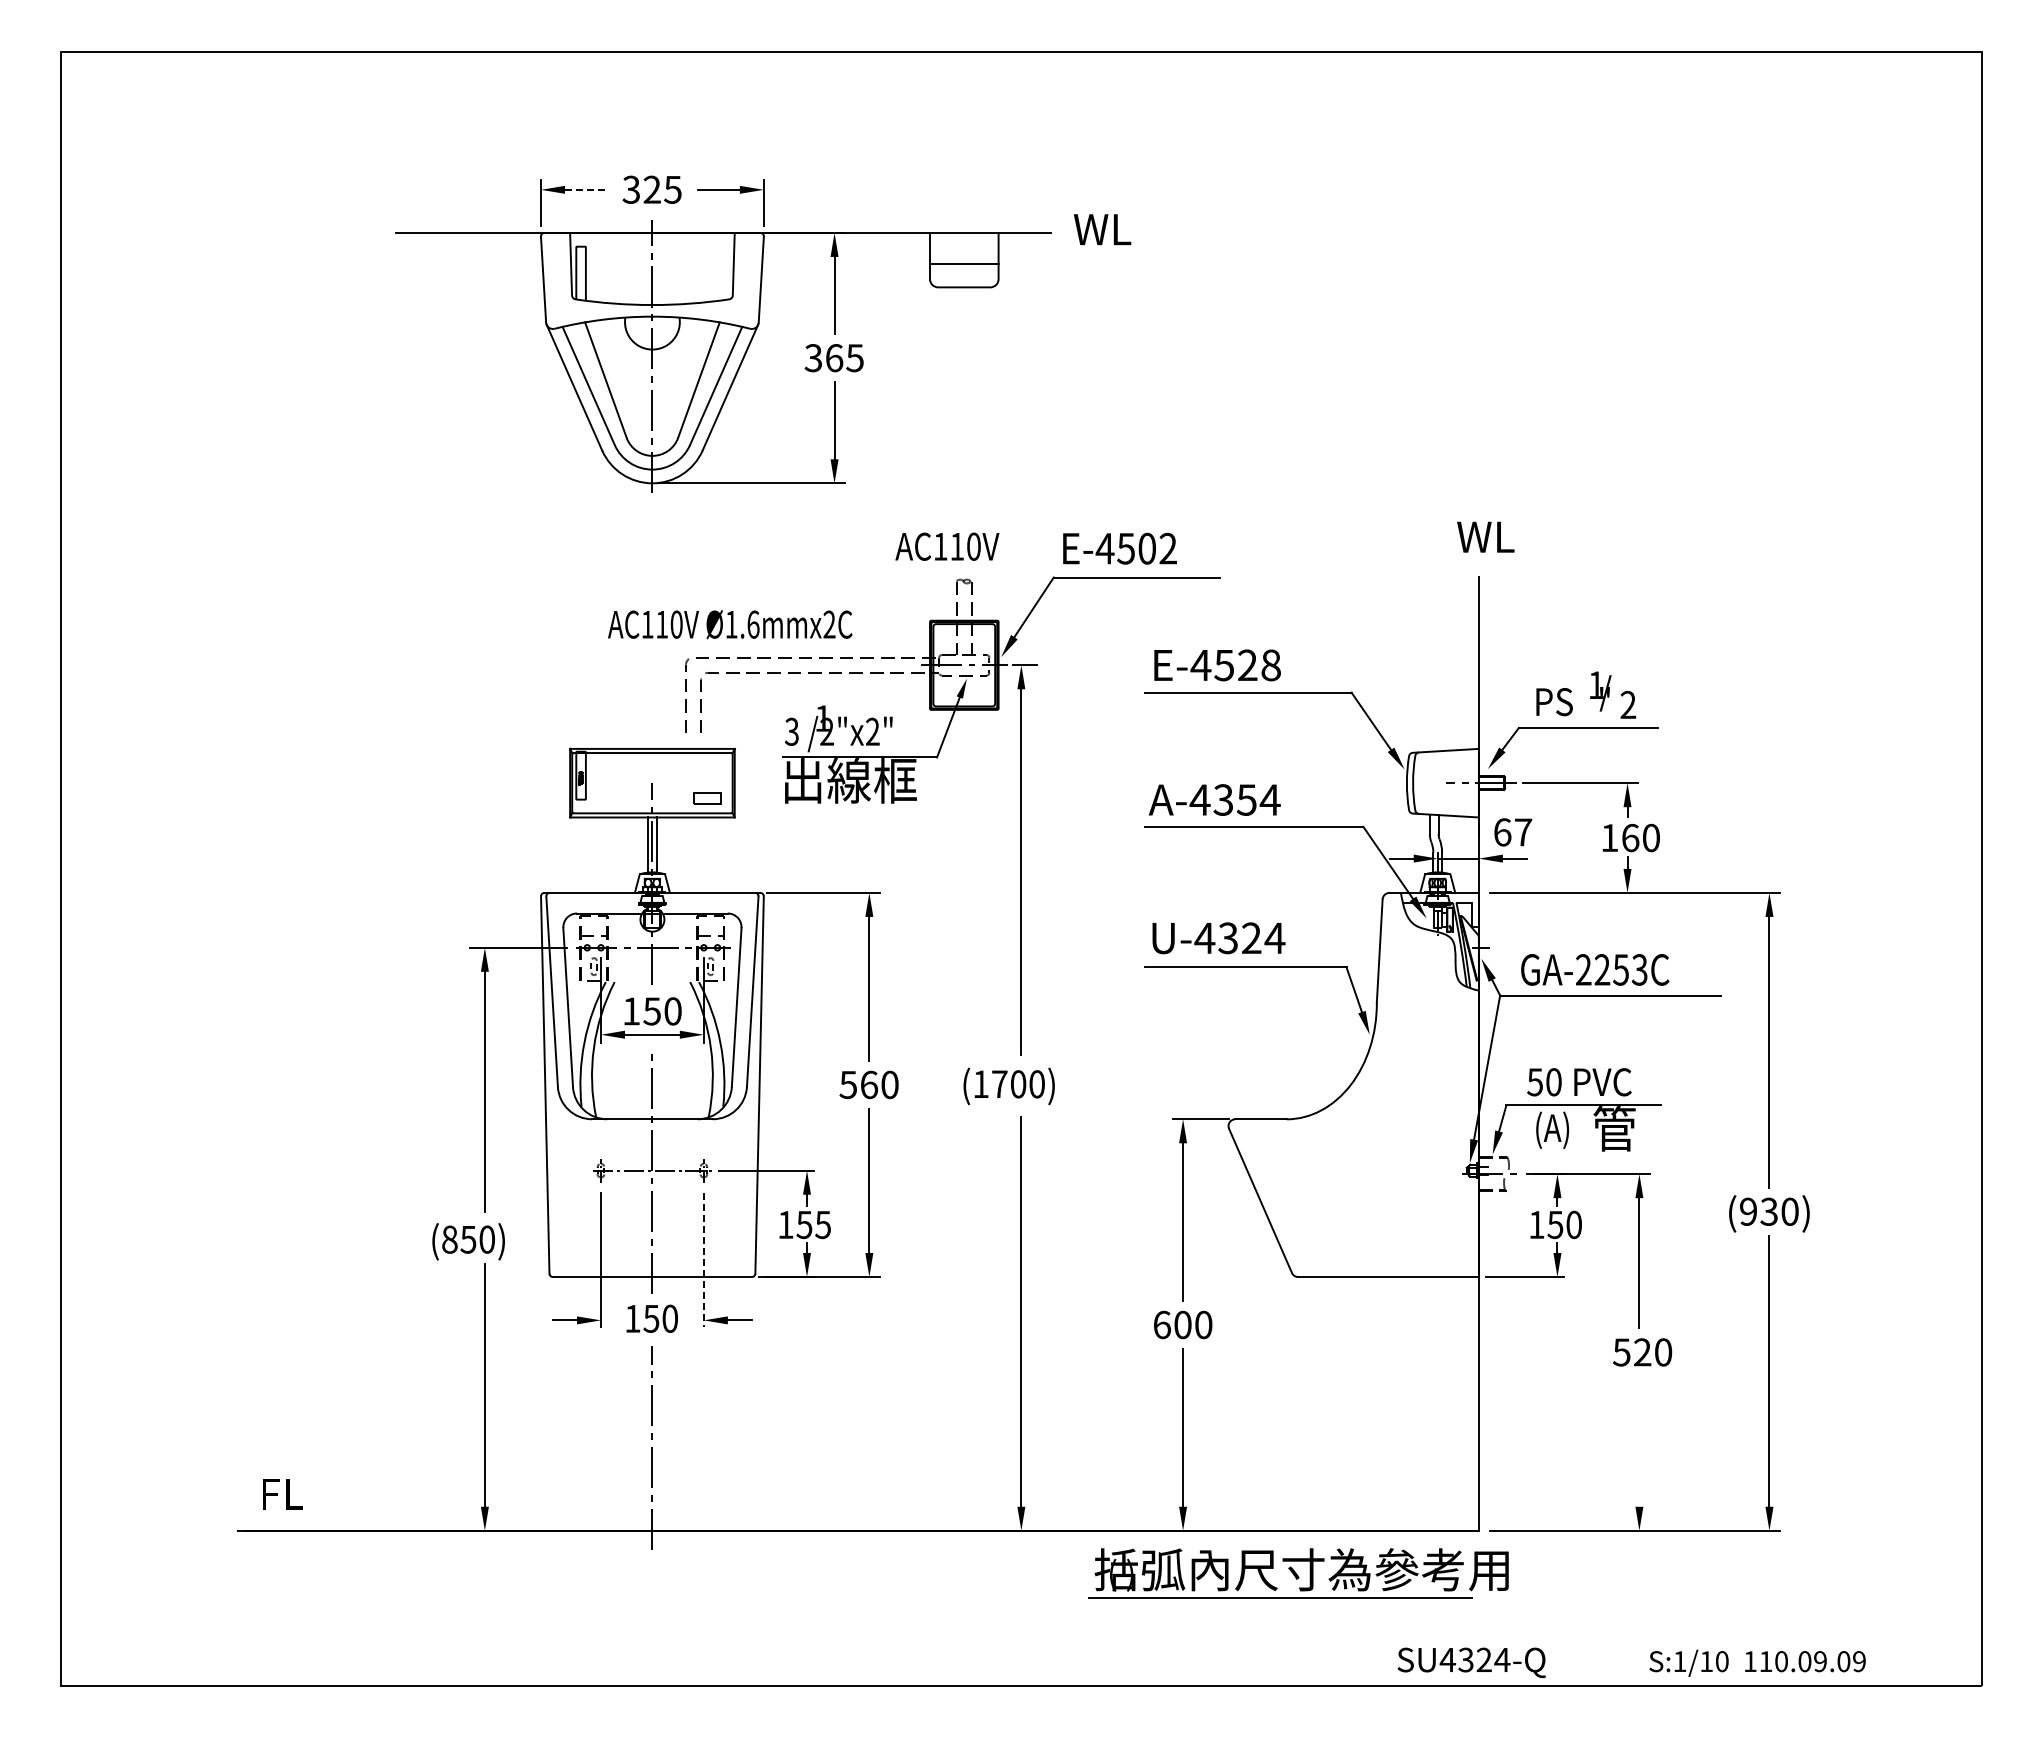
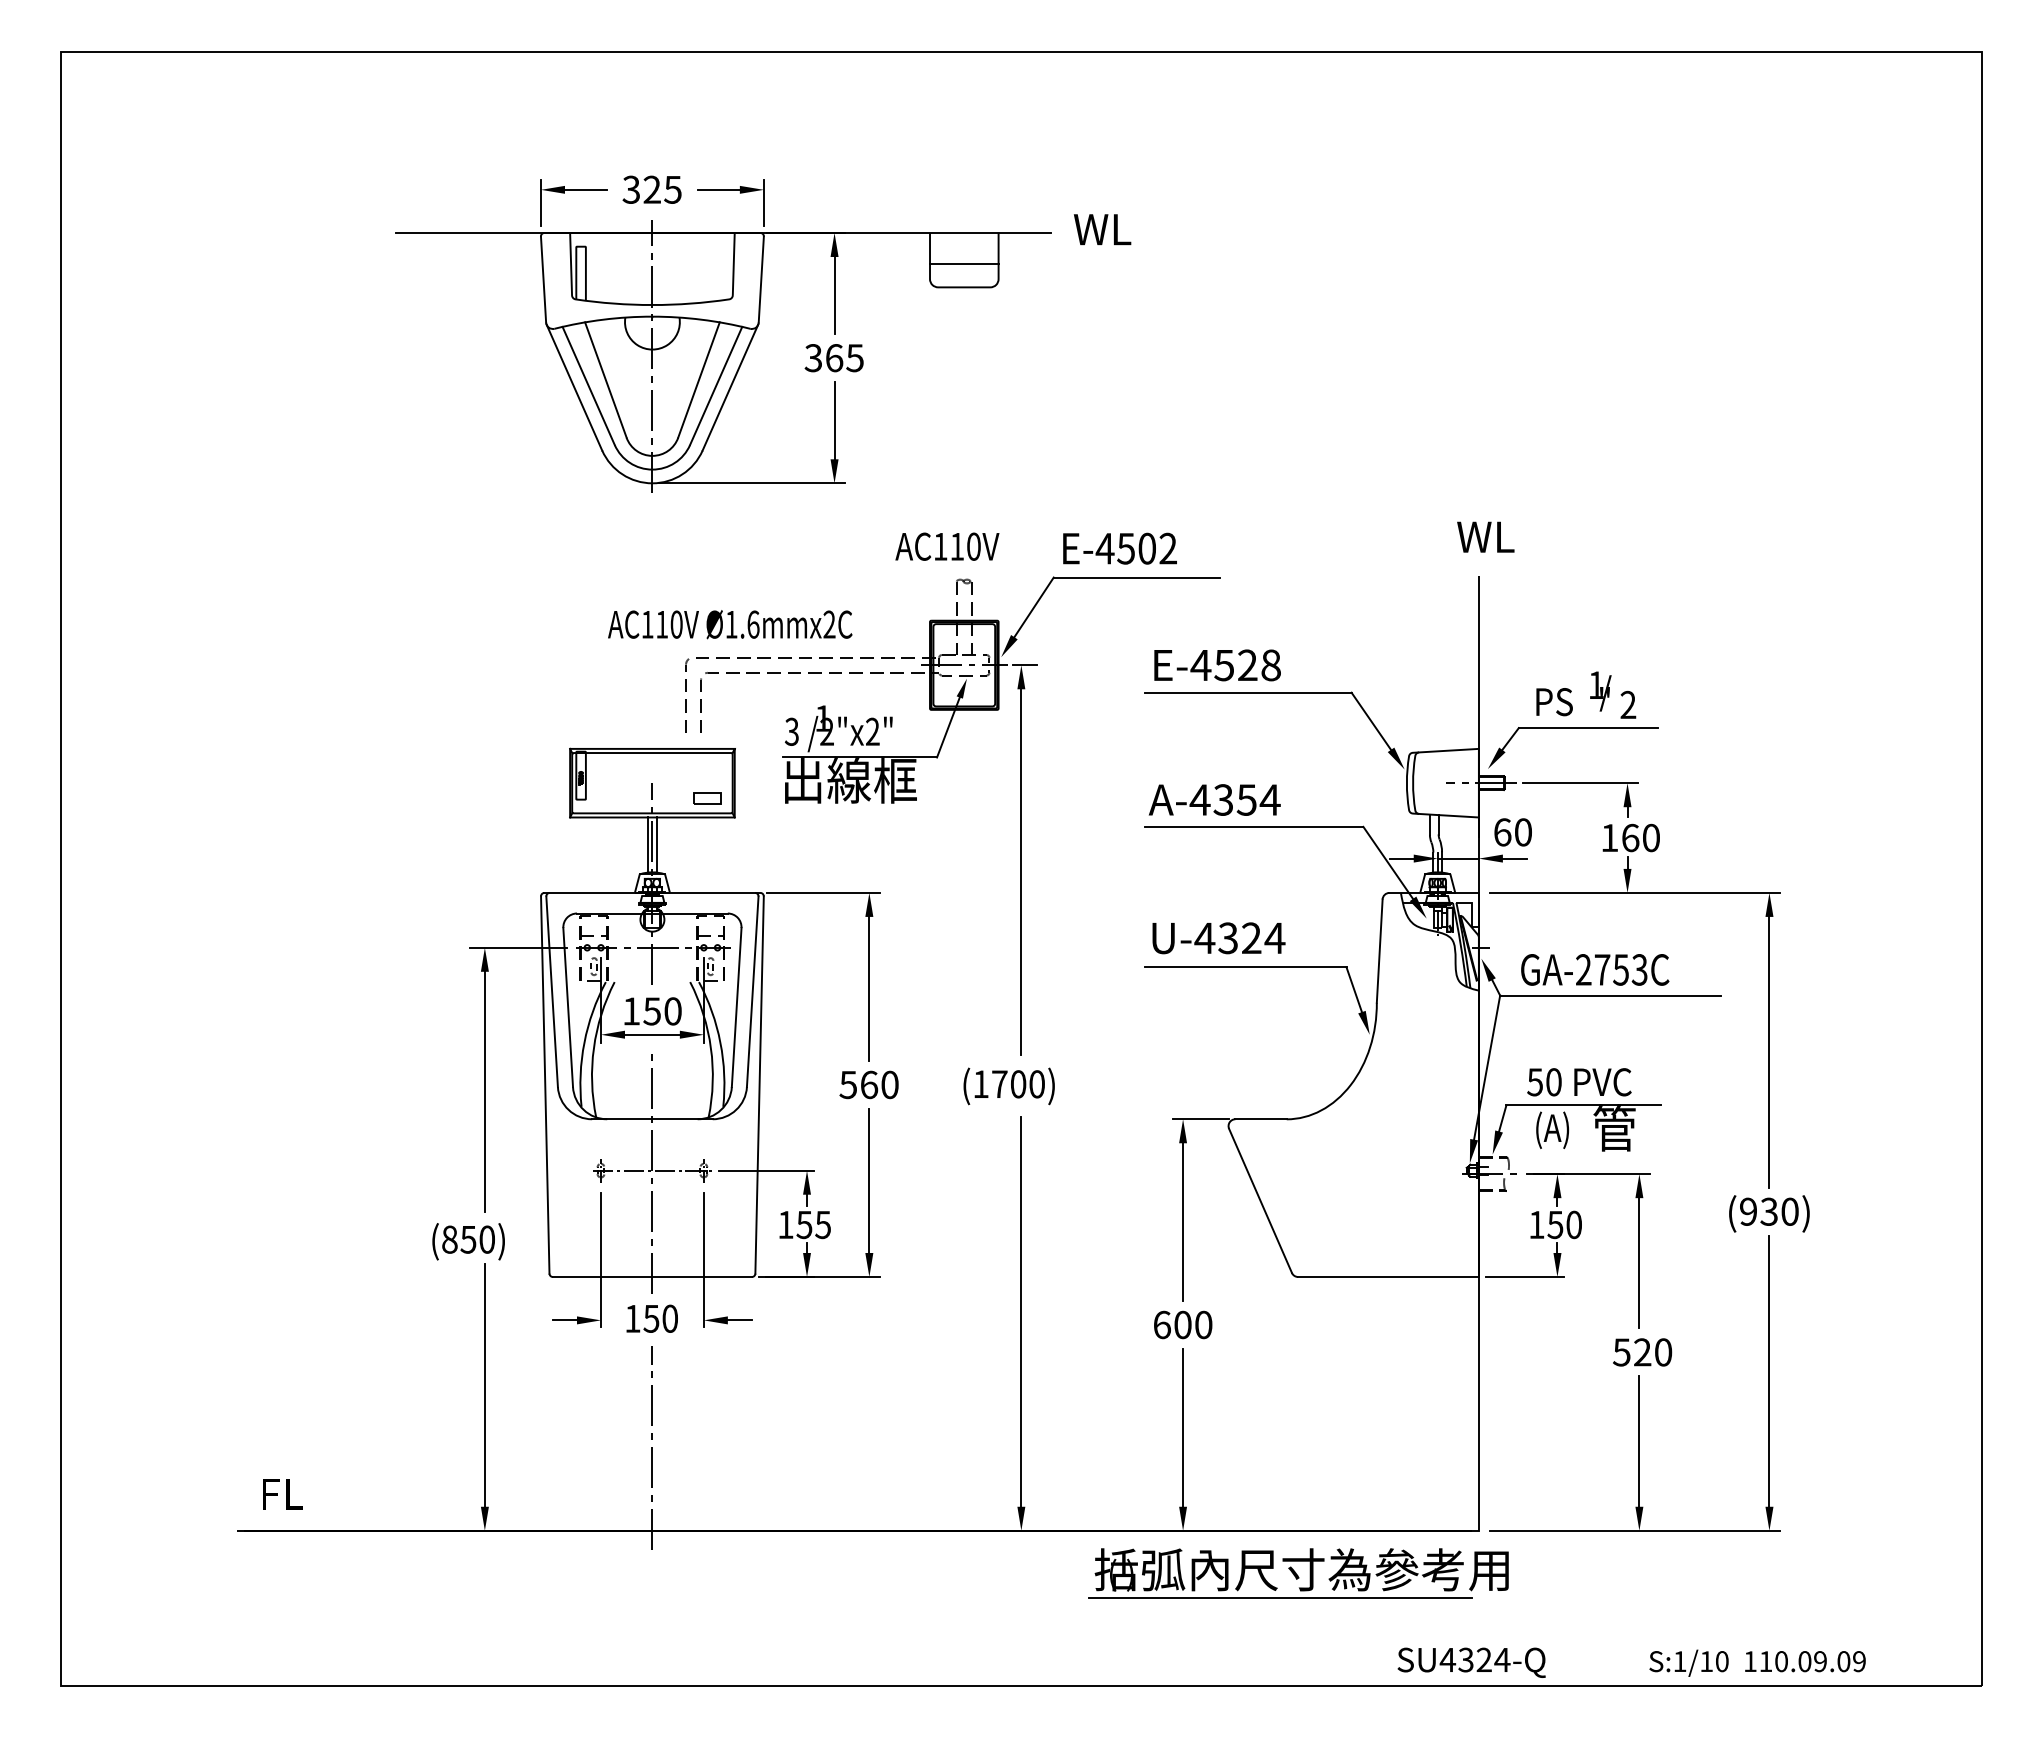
line at (585, 189): dashed -> solid
text at (1523, 832): 67 -> 60
text at (1602, 969): GA-2253C -> GA-2753C
line at (703, 1260): dashed -> solid
line at (1639, 1441): none -> present
